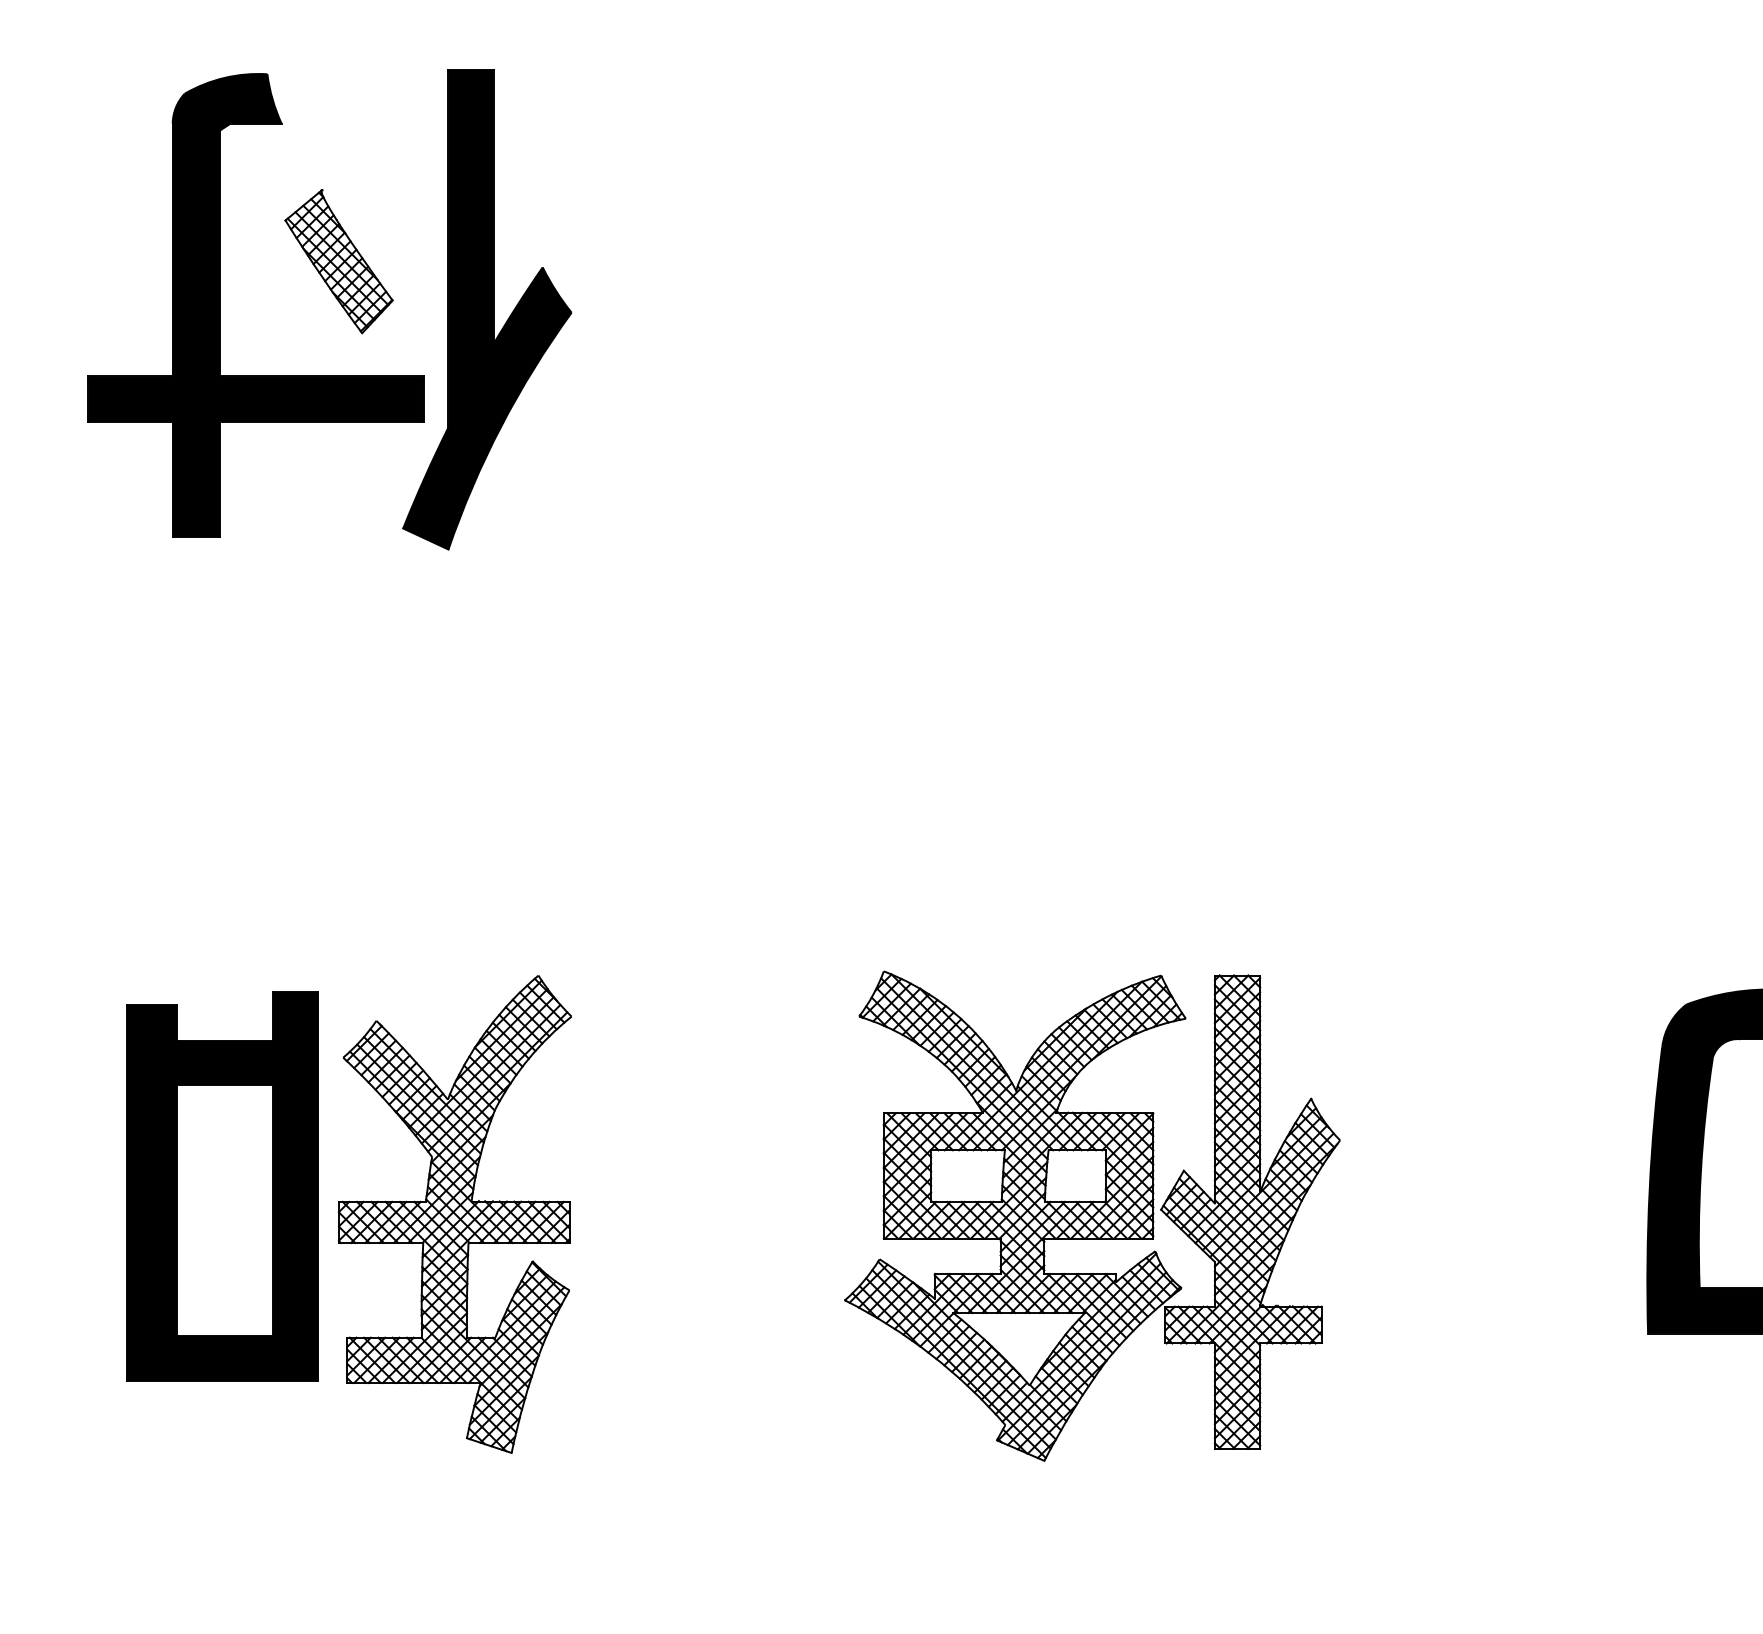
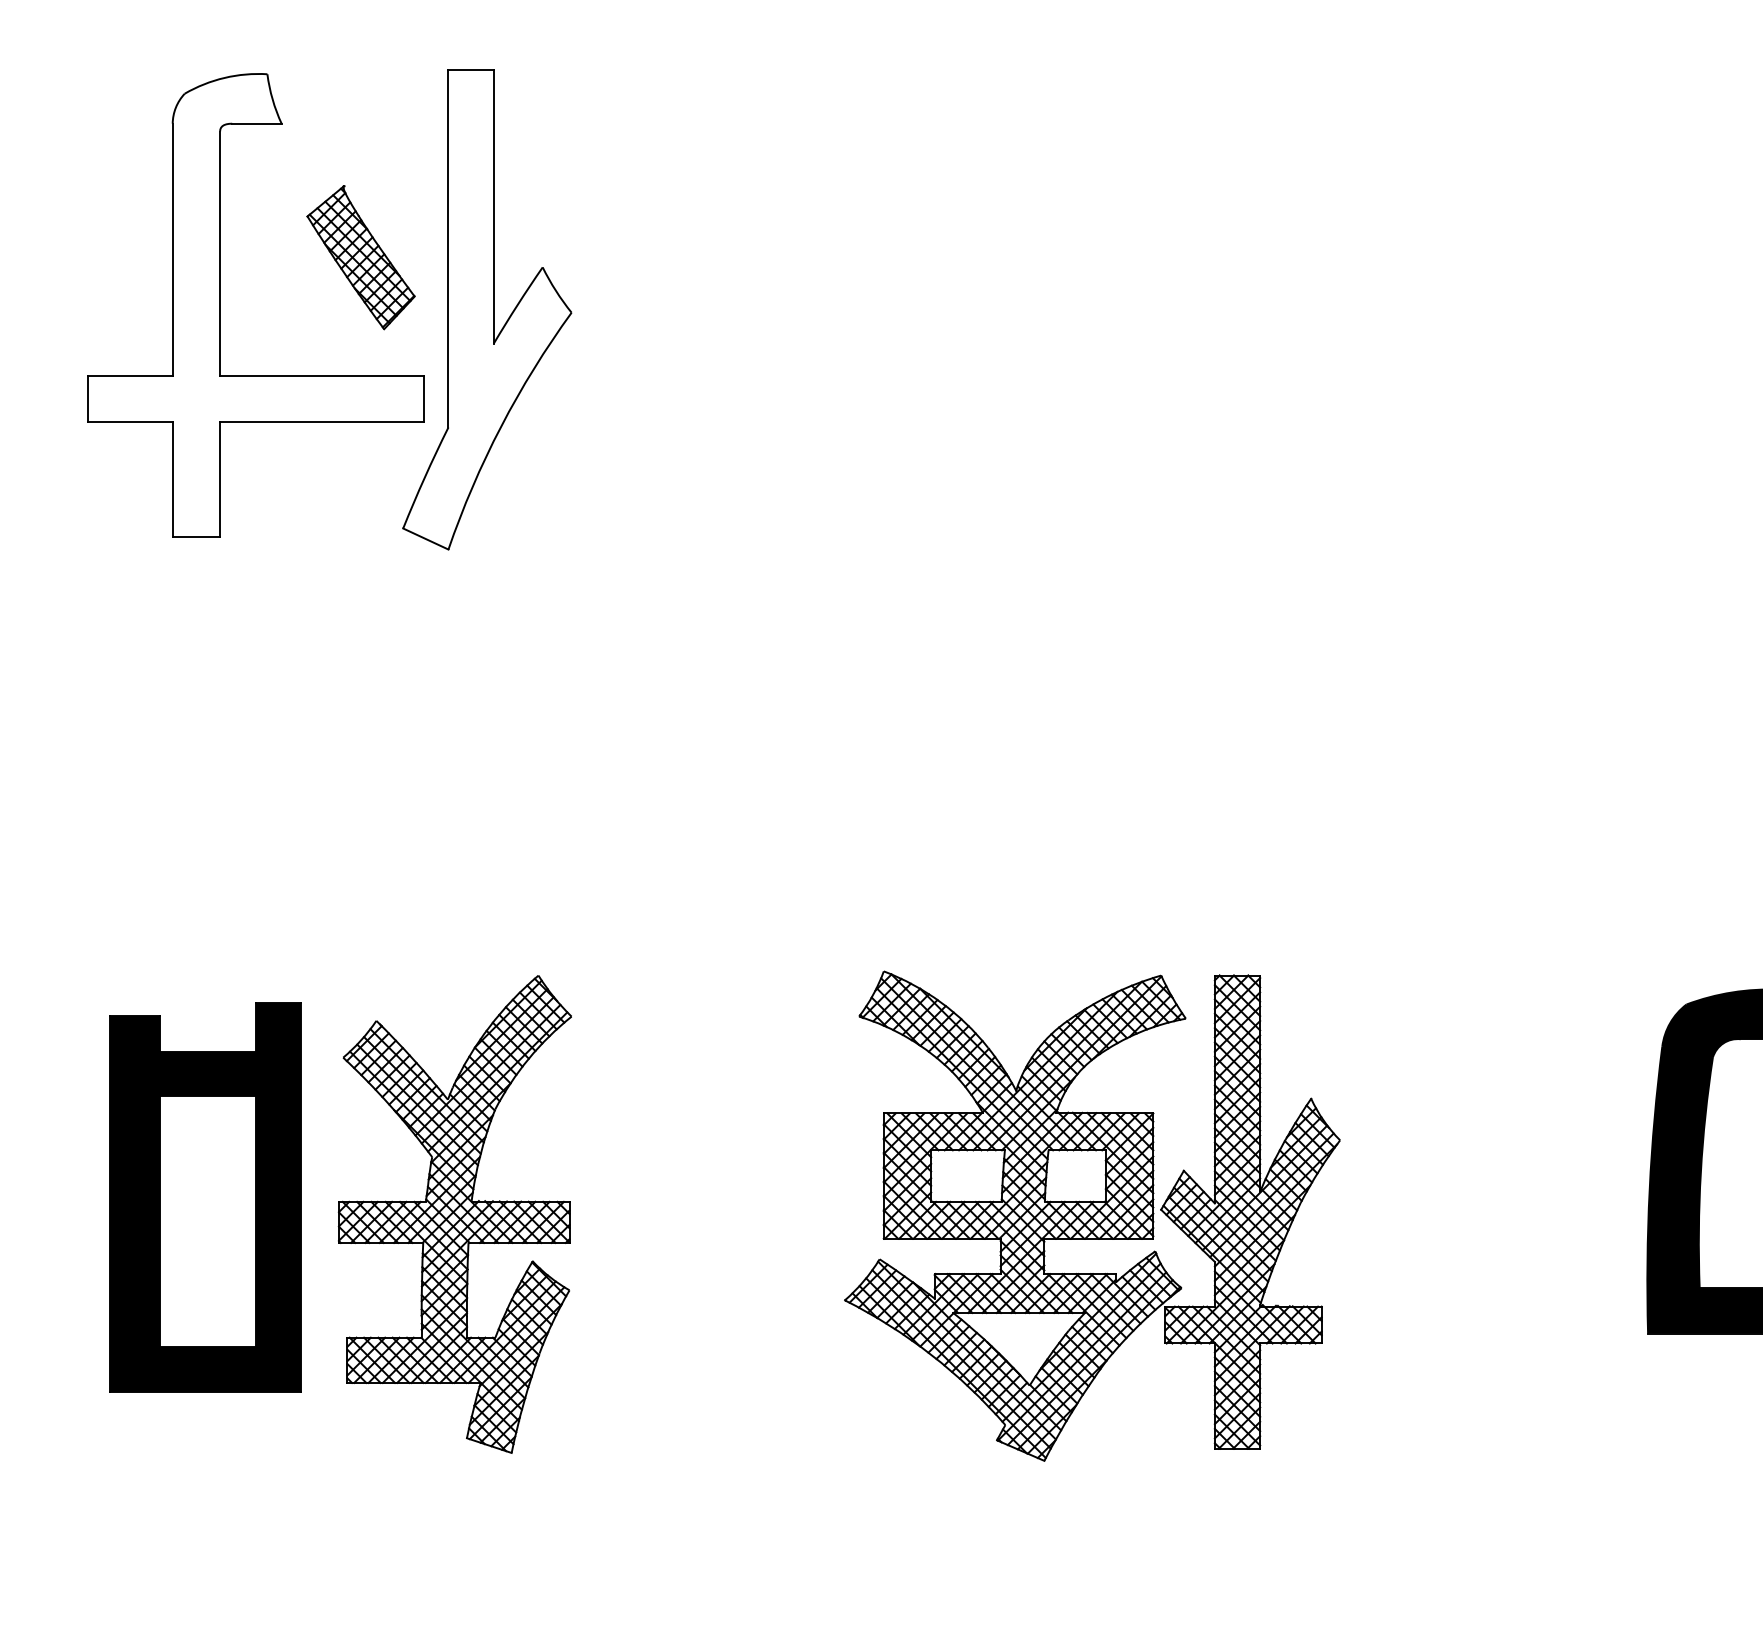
part at (338, 261) position: (338, 261) -> (360, 257)
fill at (255, 305): present -> none
fill at (487, 309): present -> none
part at (222, 1186) position: (222, 1186) -> (205, 1197)
